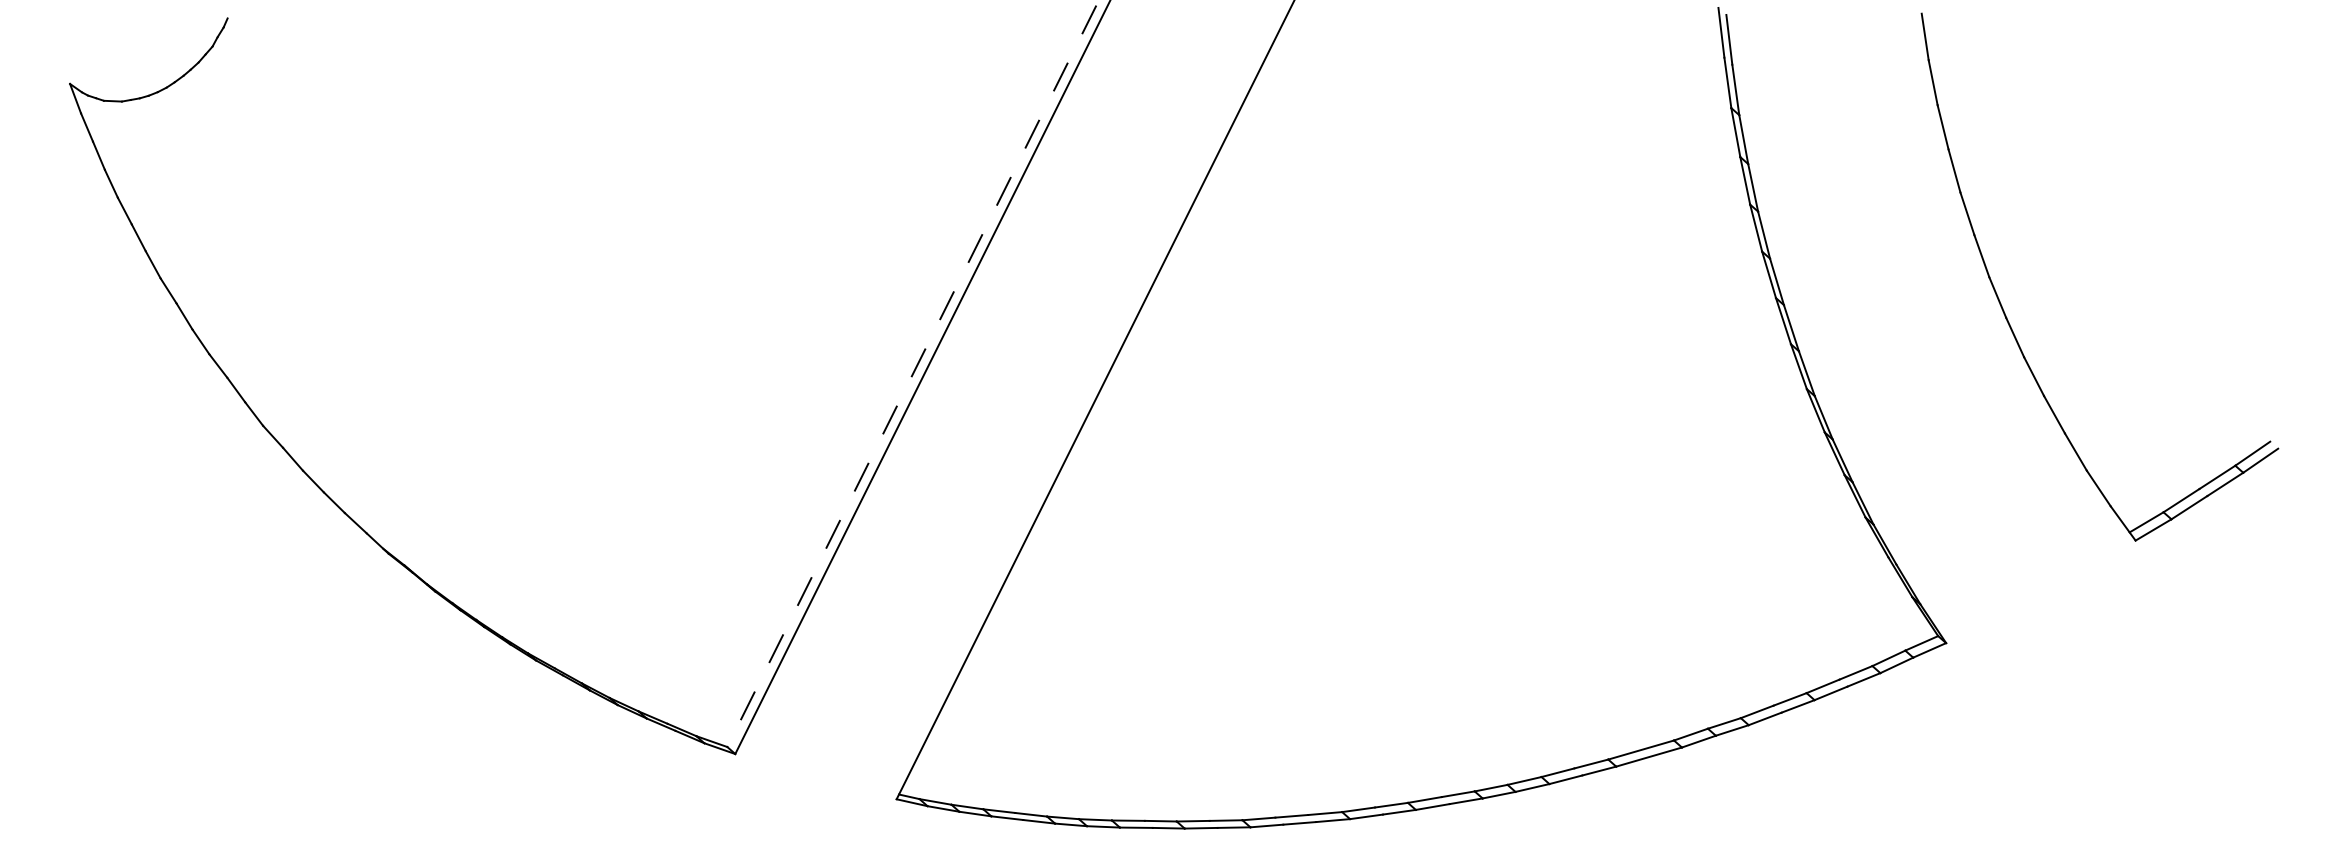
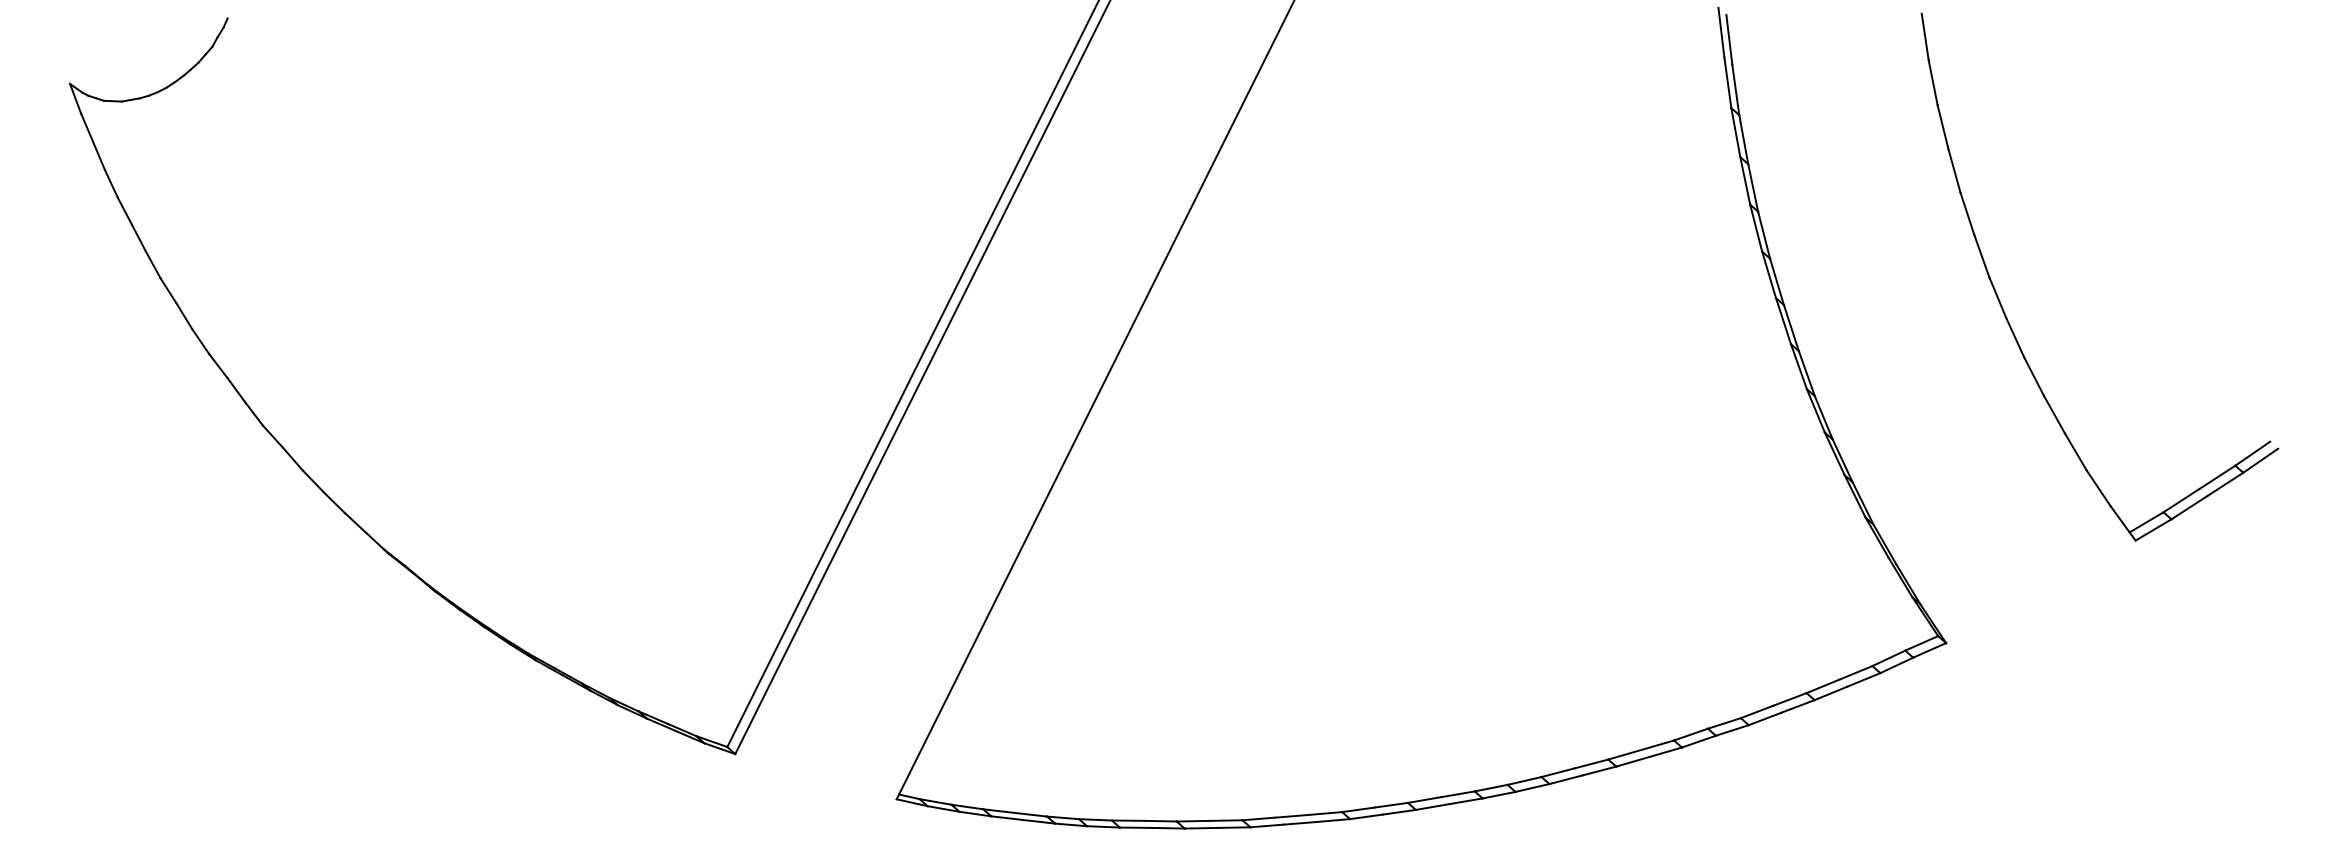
line at (913, 373): dashed -> solid
